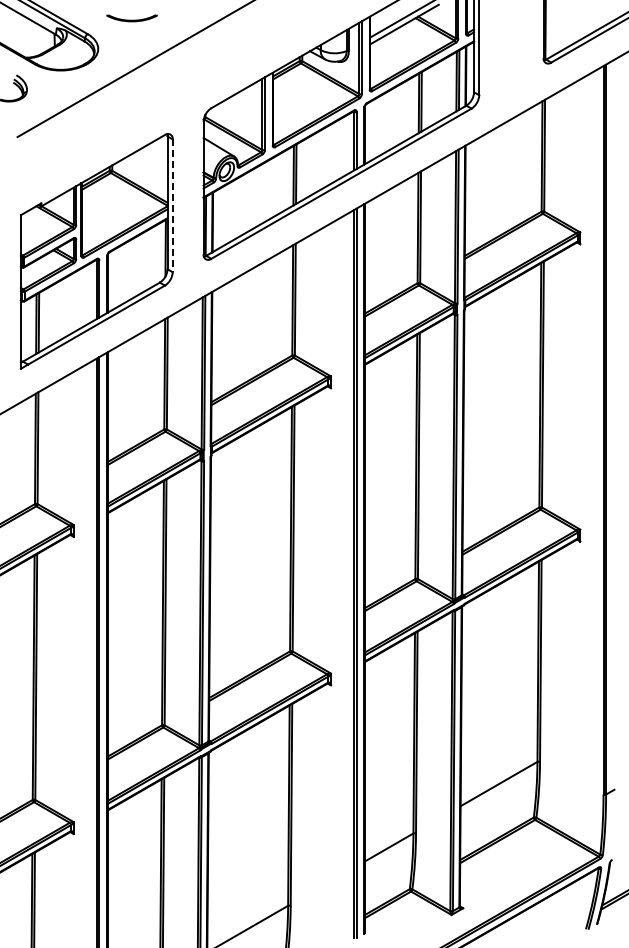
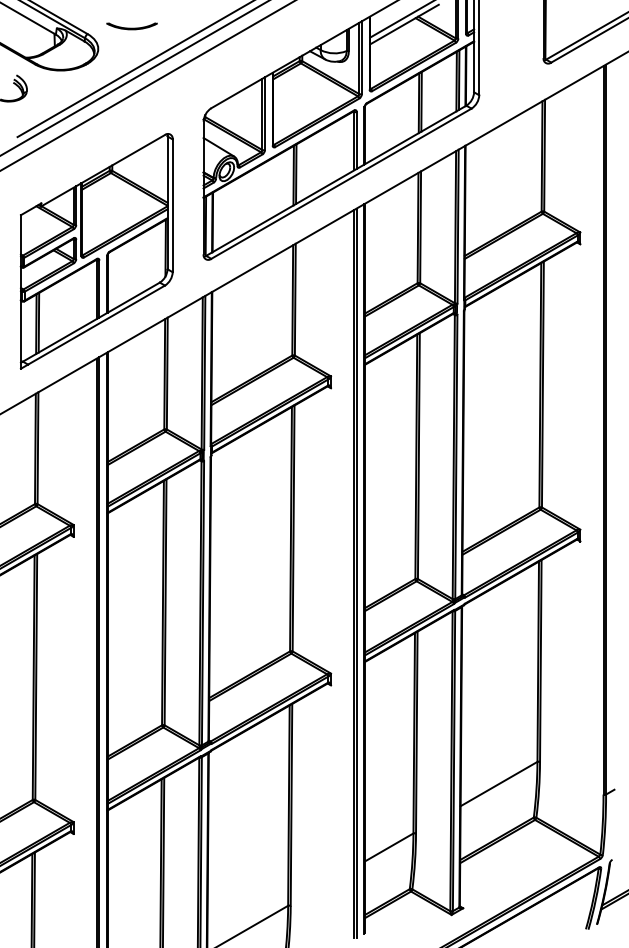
part at (131, 18) position: (131, 18) -> (131, 26)
line at (134, 78): none -> present
line at (147, 85): none -> present
line at (172, 206): dashed -> solid
